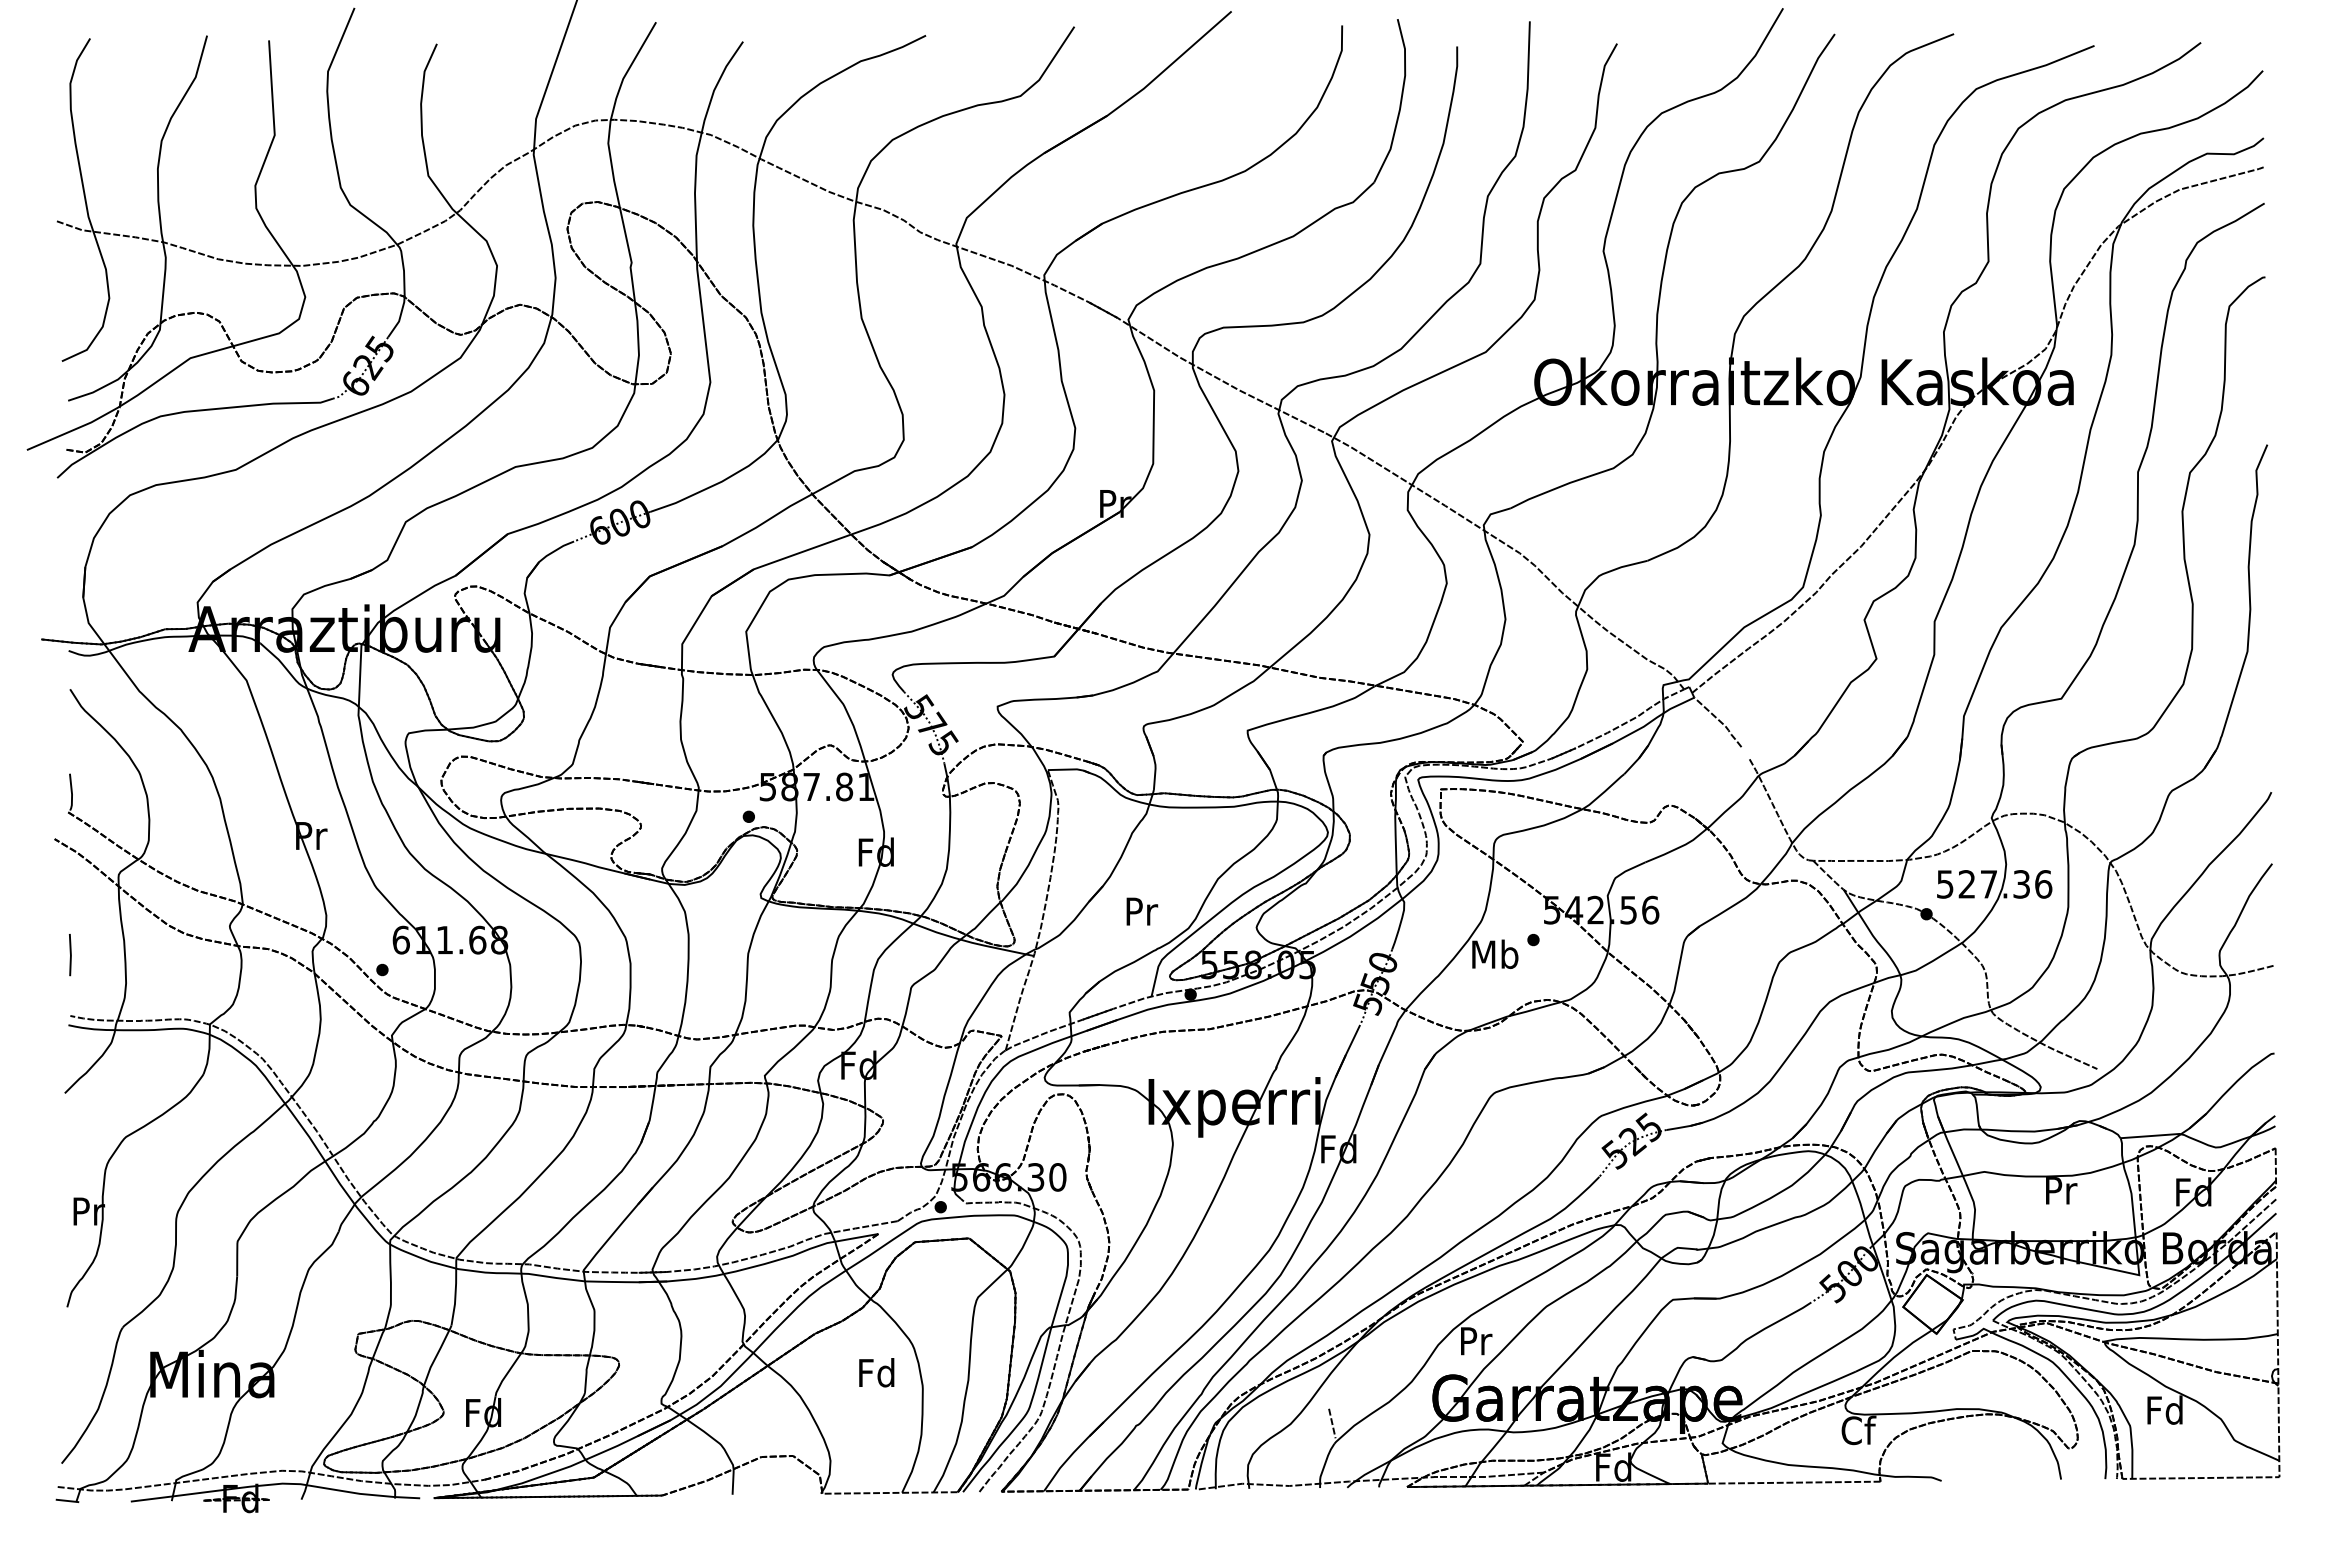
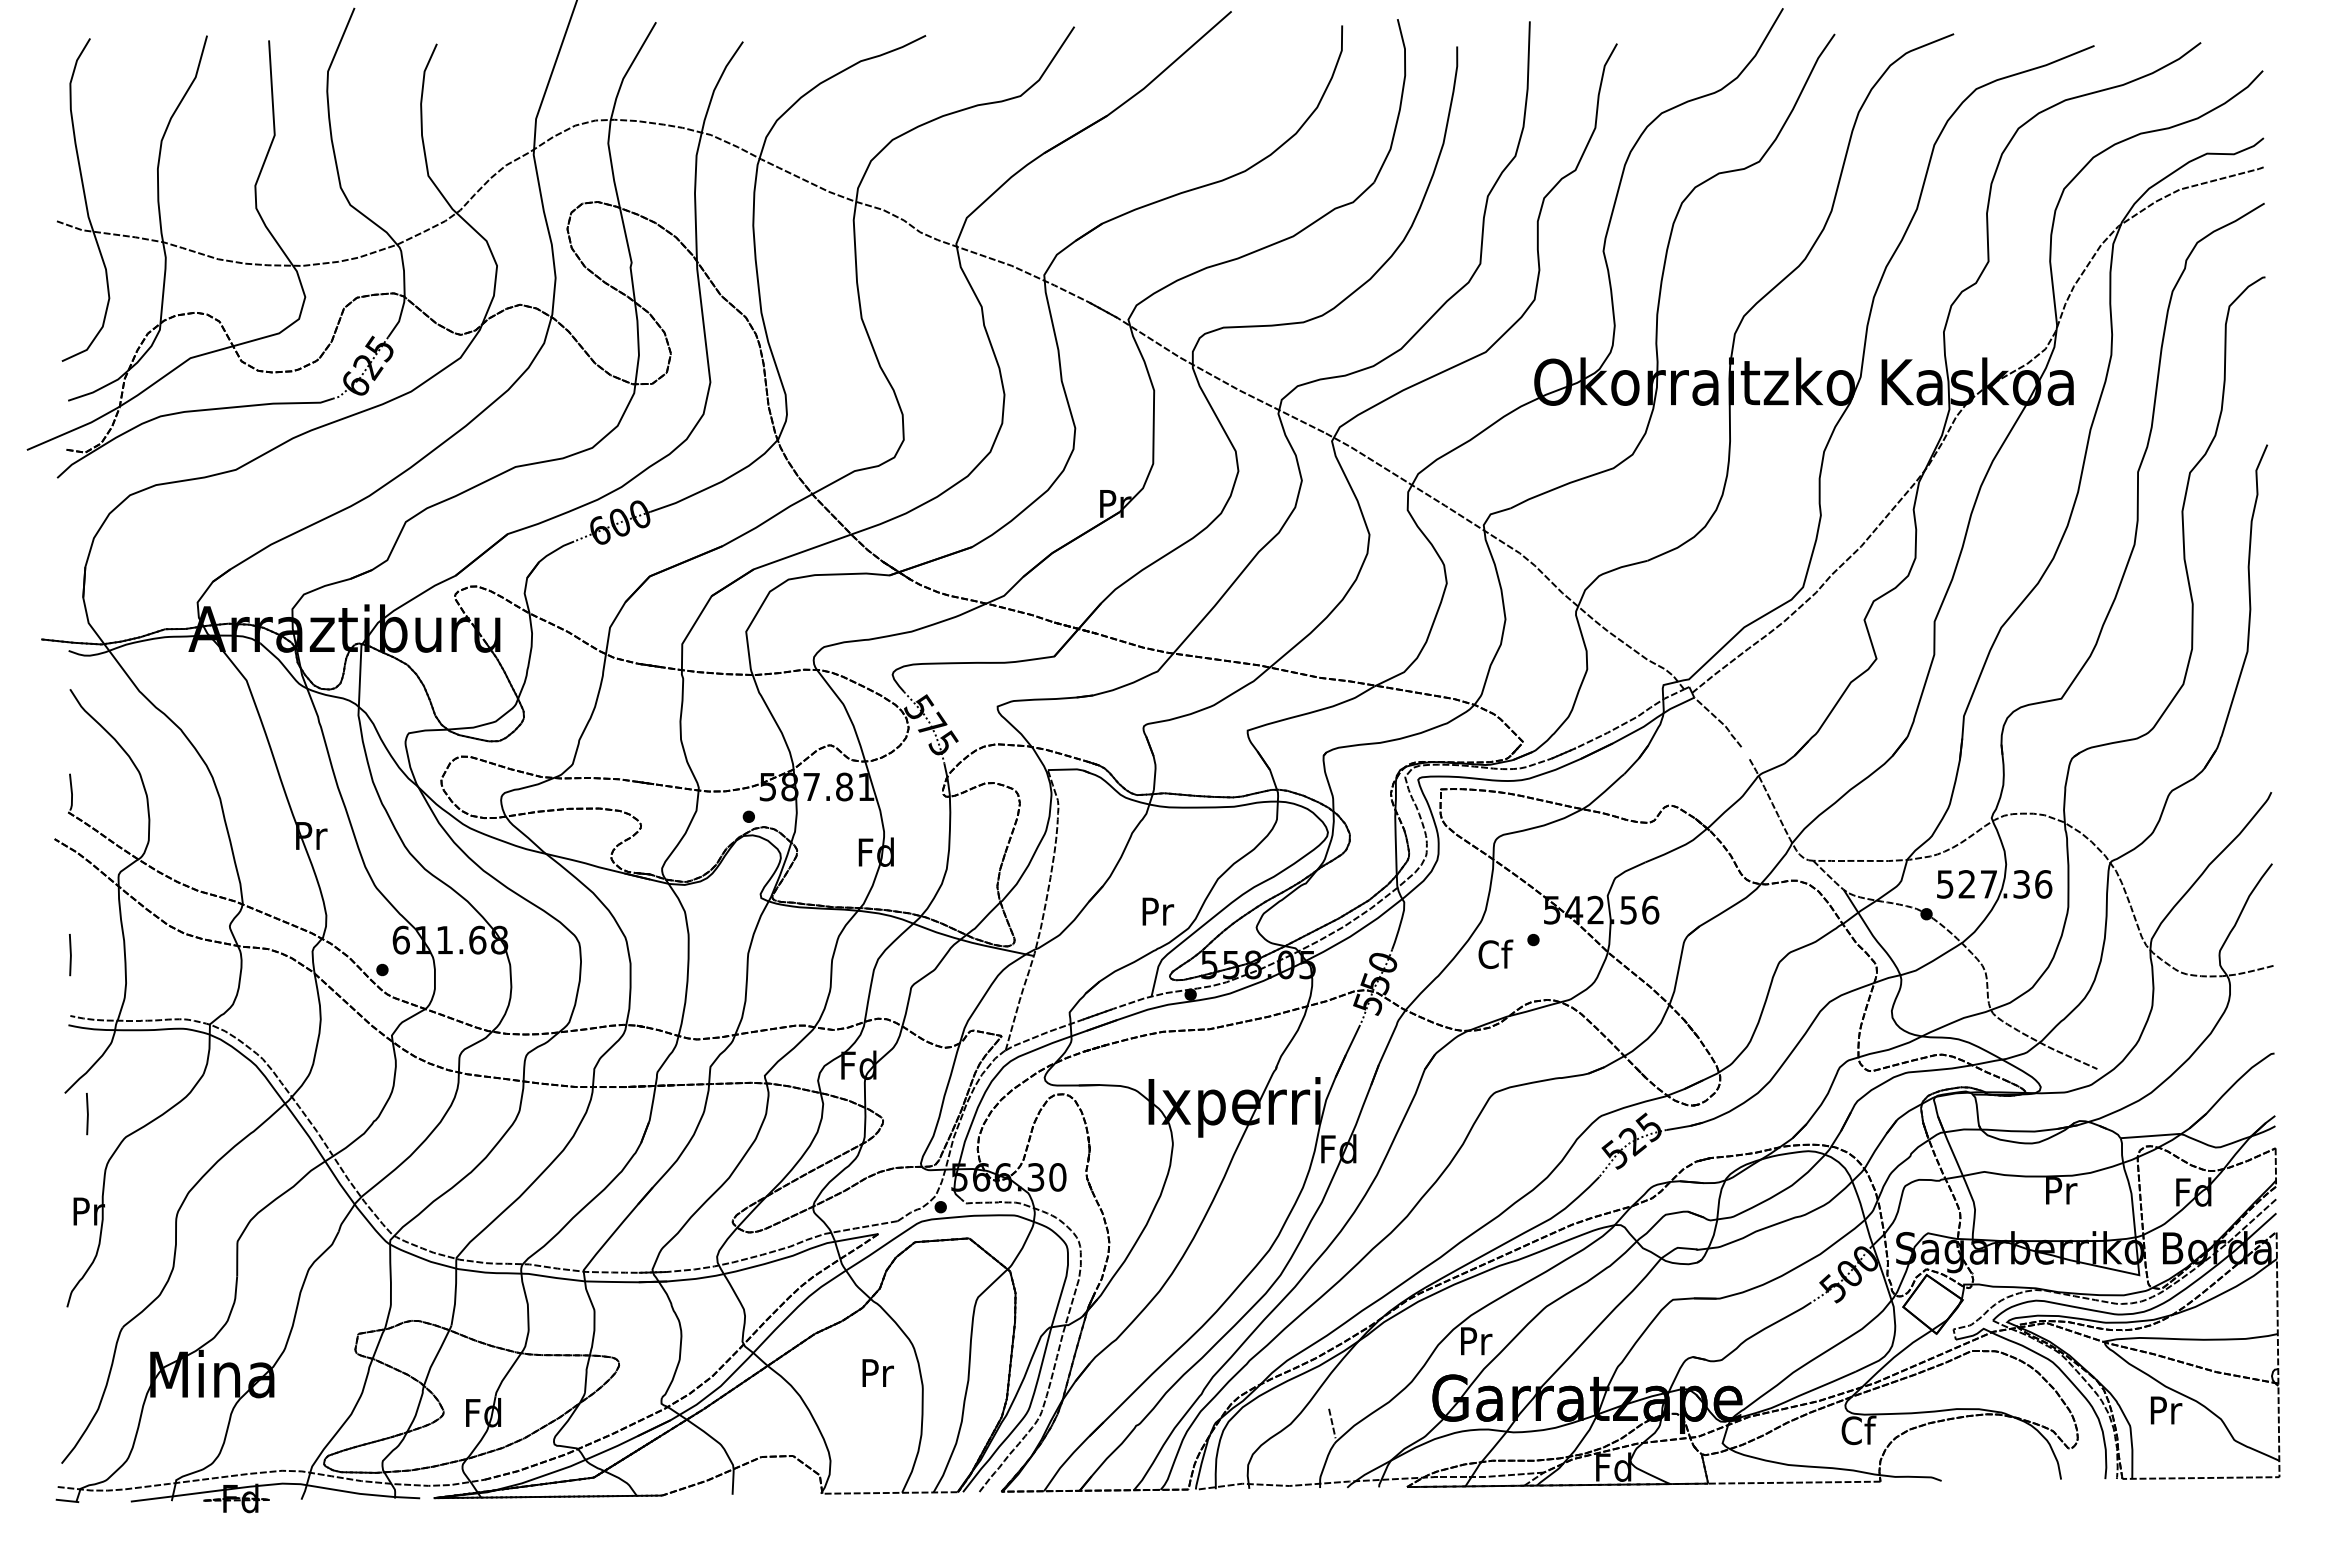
text at (1142, 911) position: (1142, 911) -> (1158, 911)
text at (1495, 954): Mb -> Cf
line at (87, 1114): none -> present
text at (876, 1372): Fd -> Pr
text at (2164, 1409): Fd -> Pr
